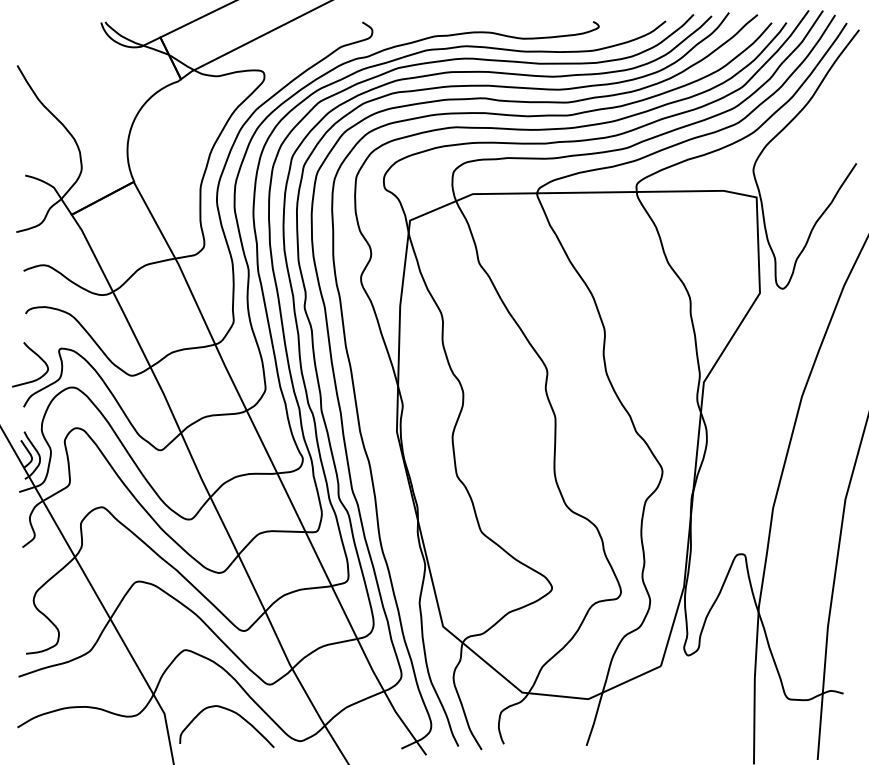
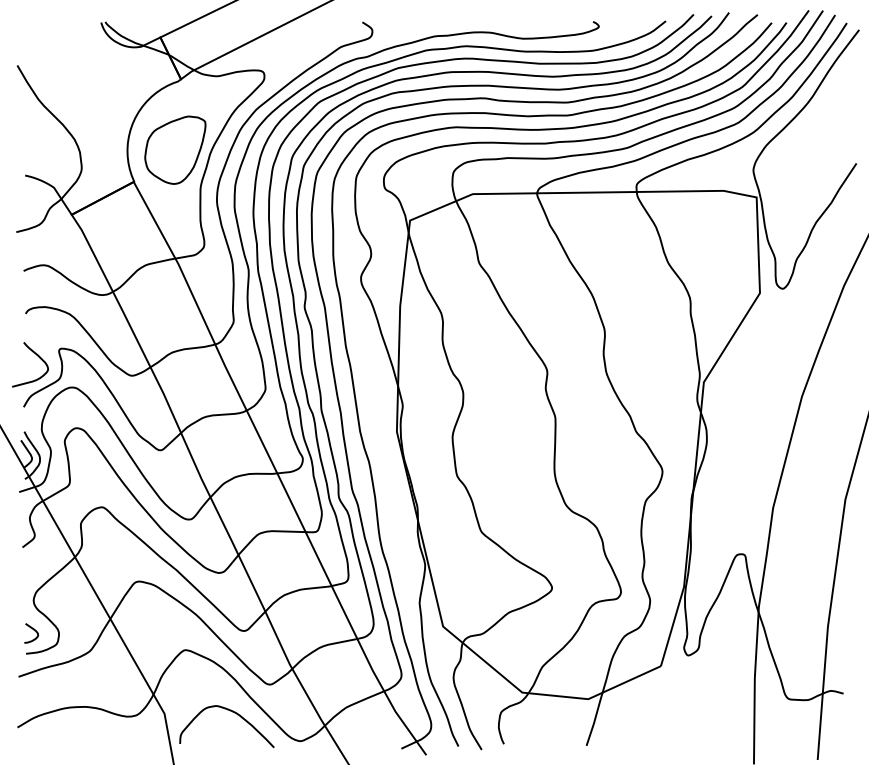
part at (175, 149): none -> present
curve at (33, 630): none -> present
